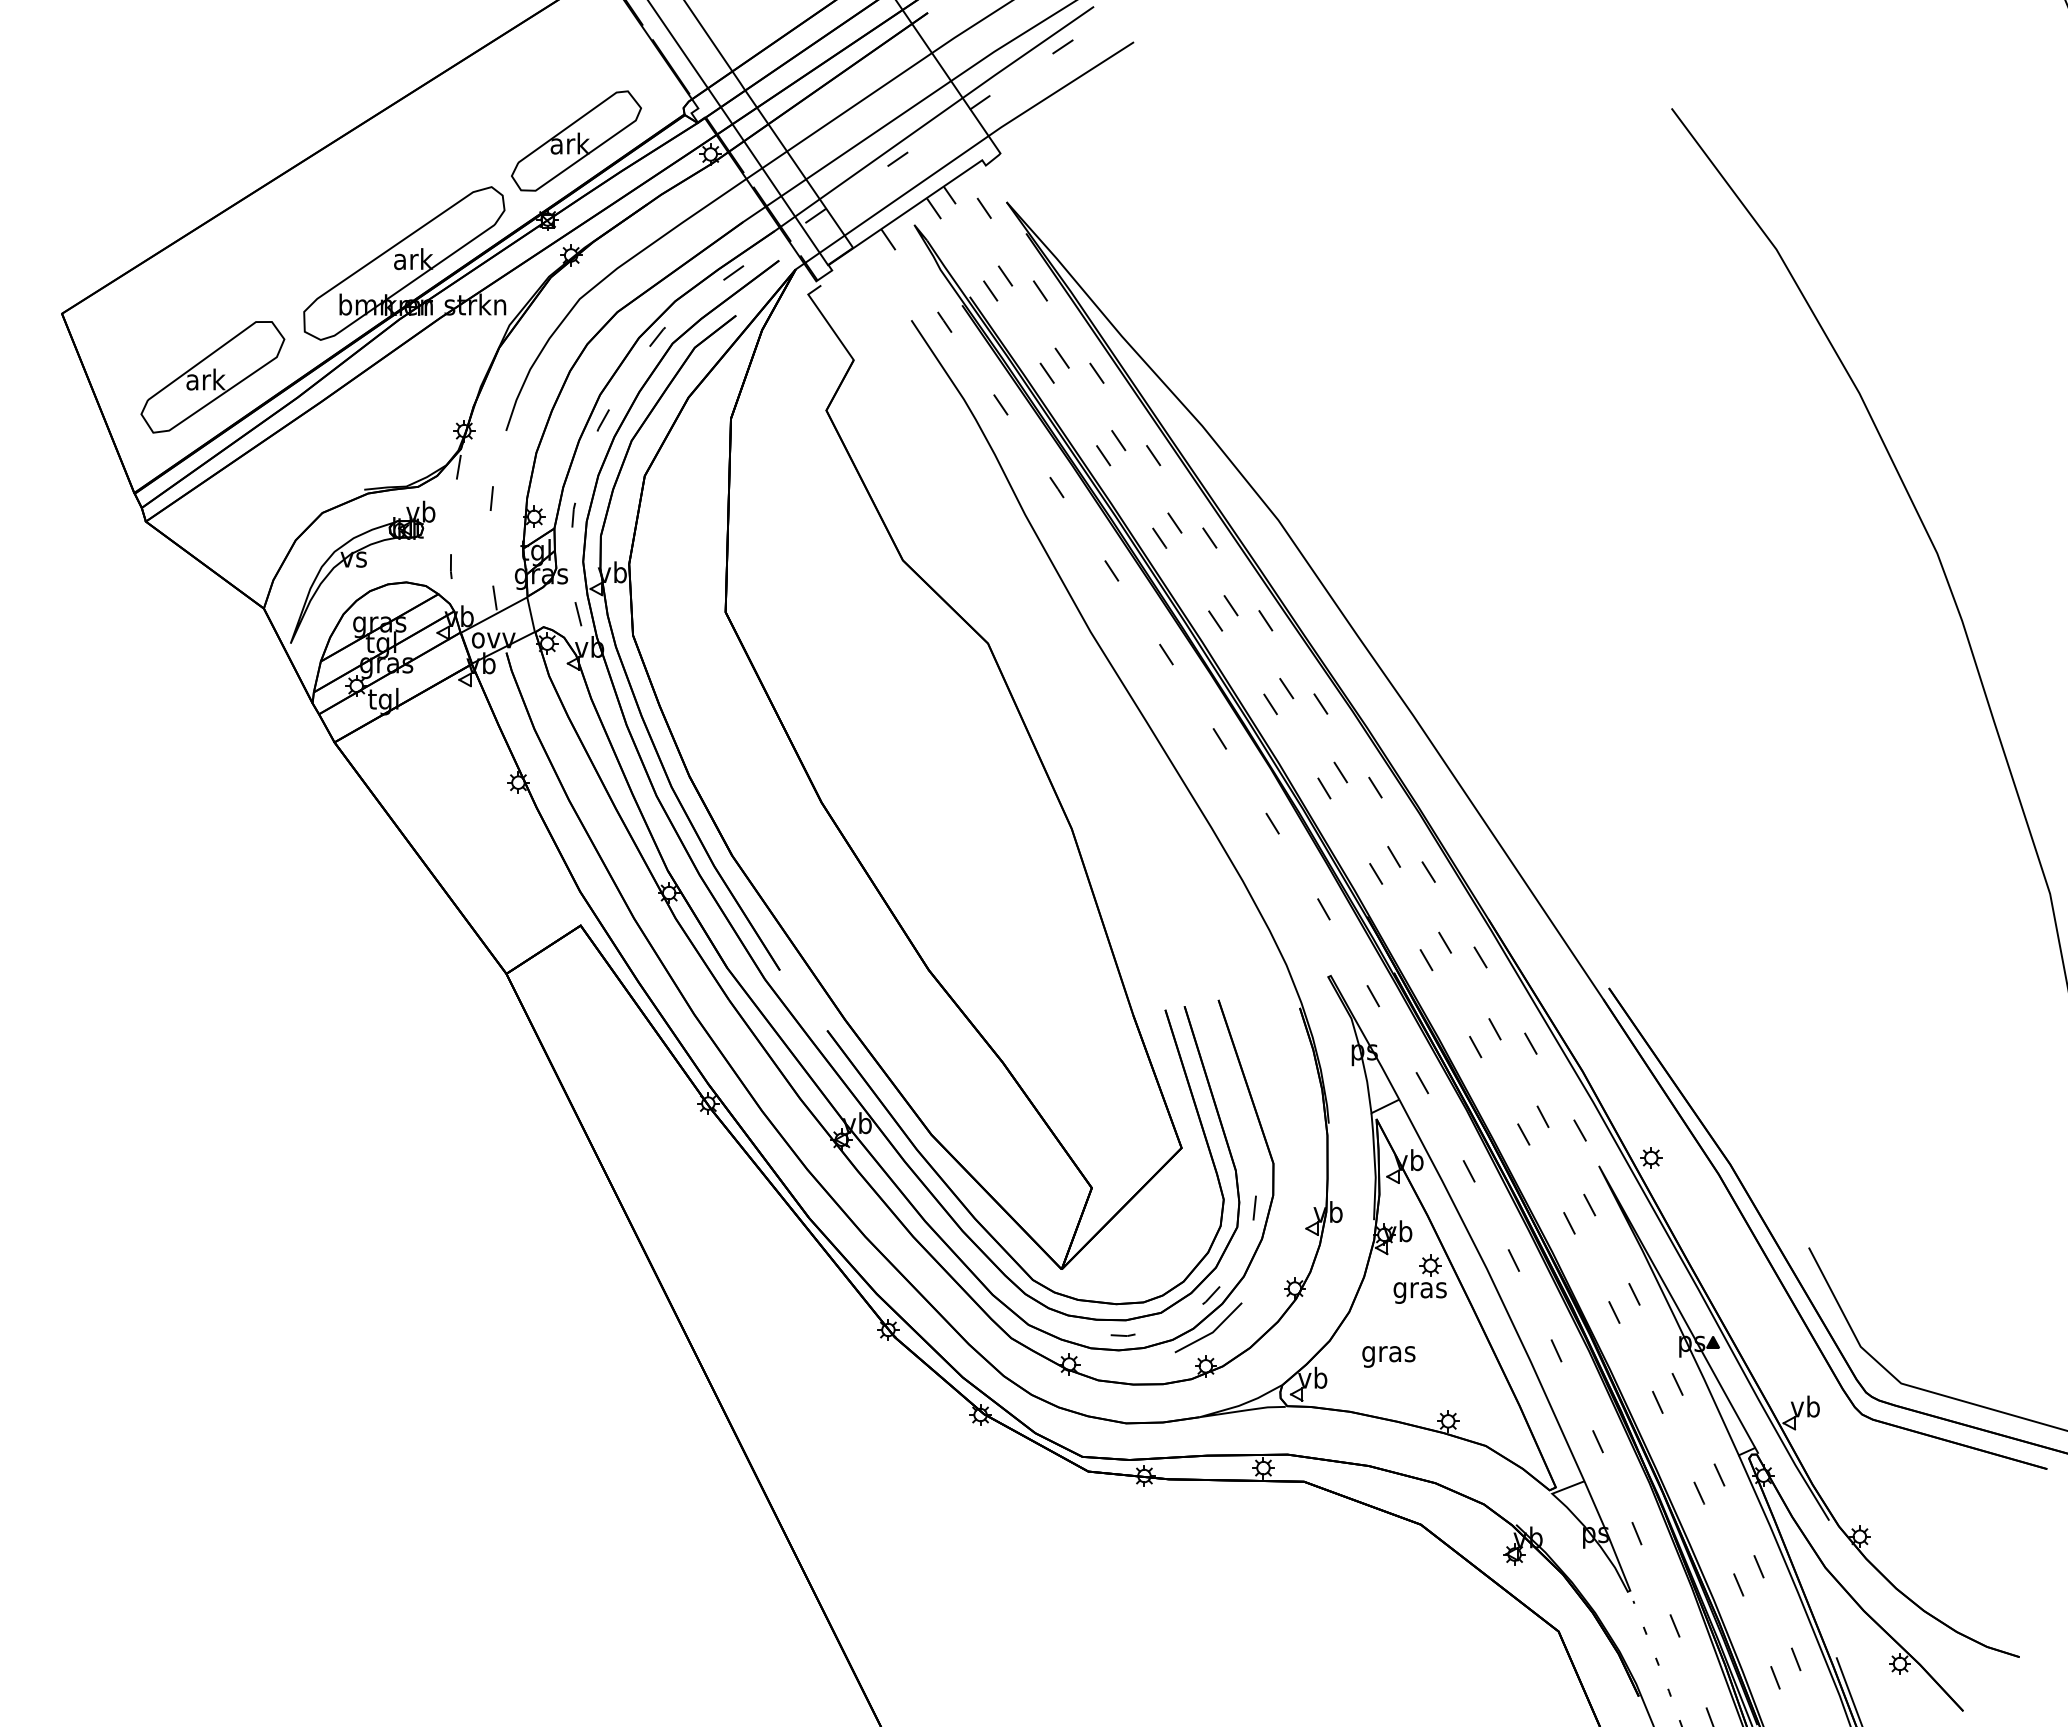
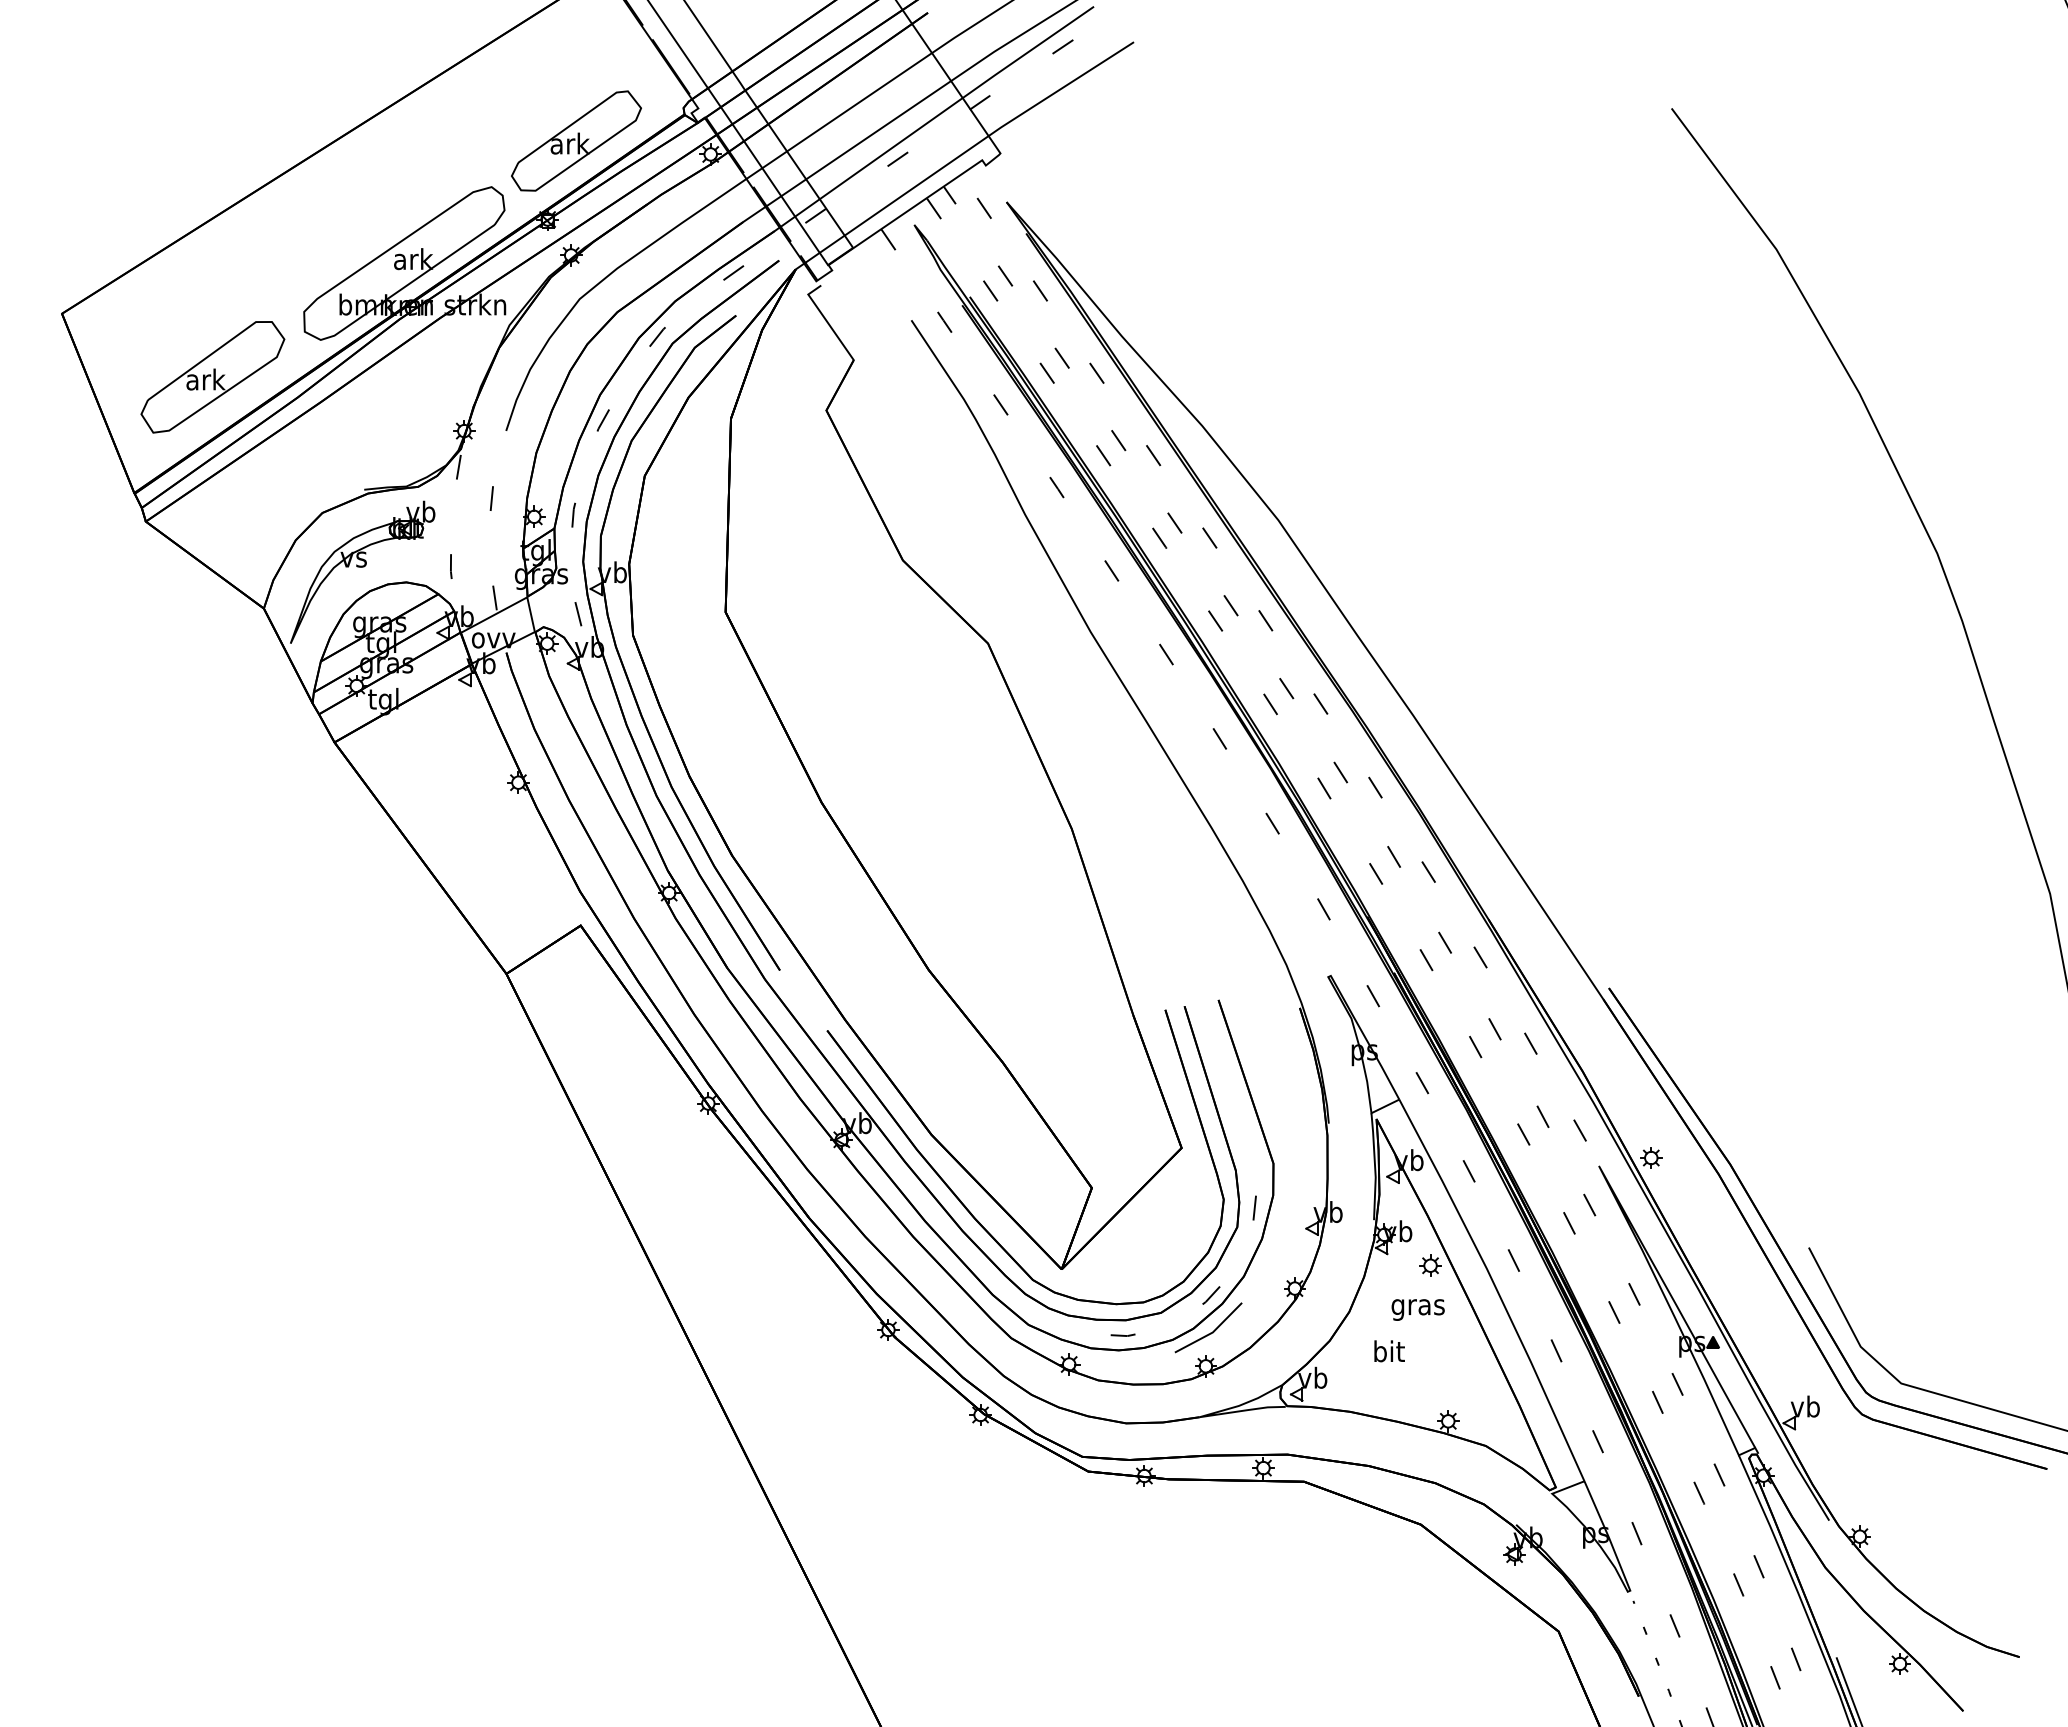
text at (1419, 1292) position: (1419, 1292) -> (1417, 1309)
text at (1388, 1353): gras -> bit
